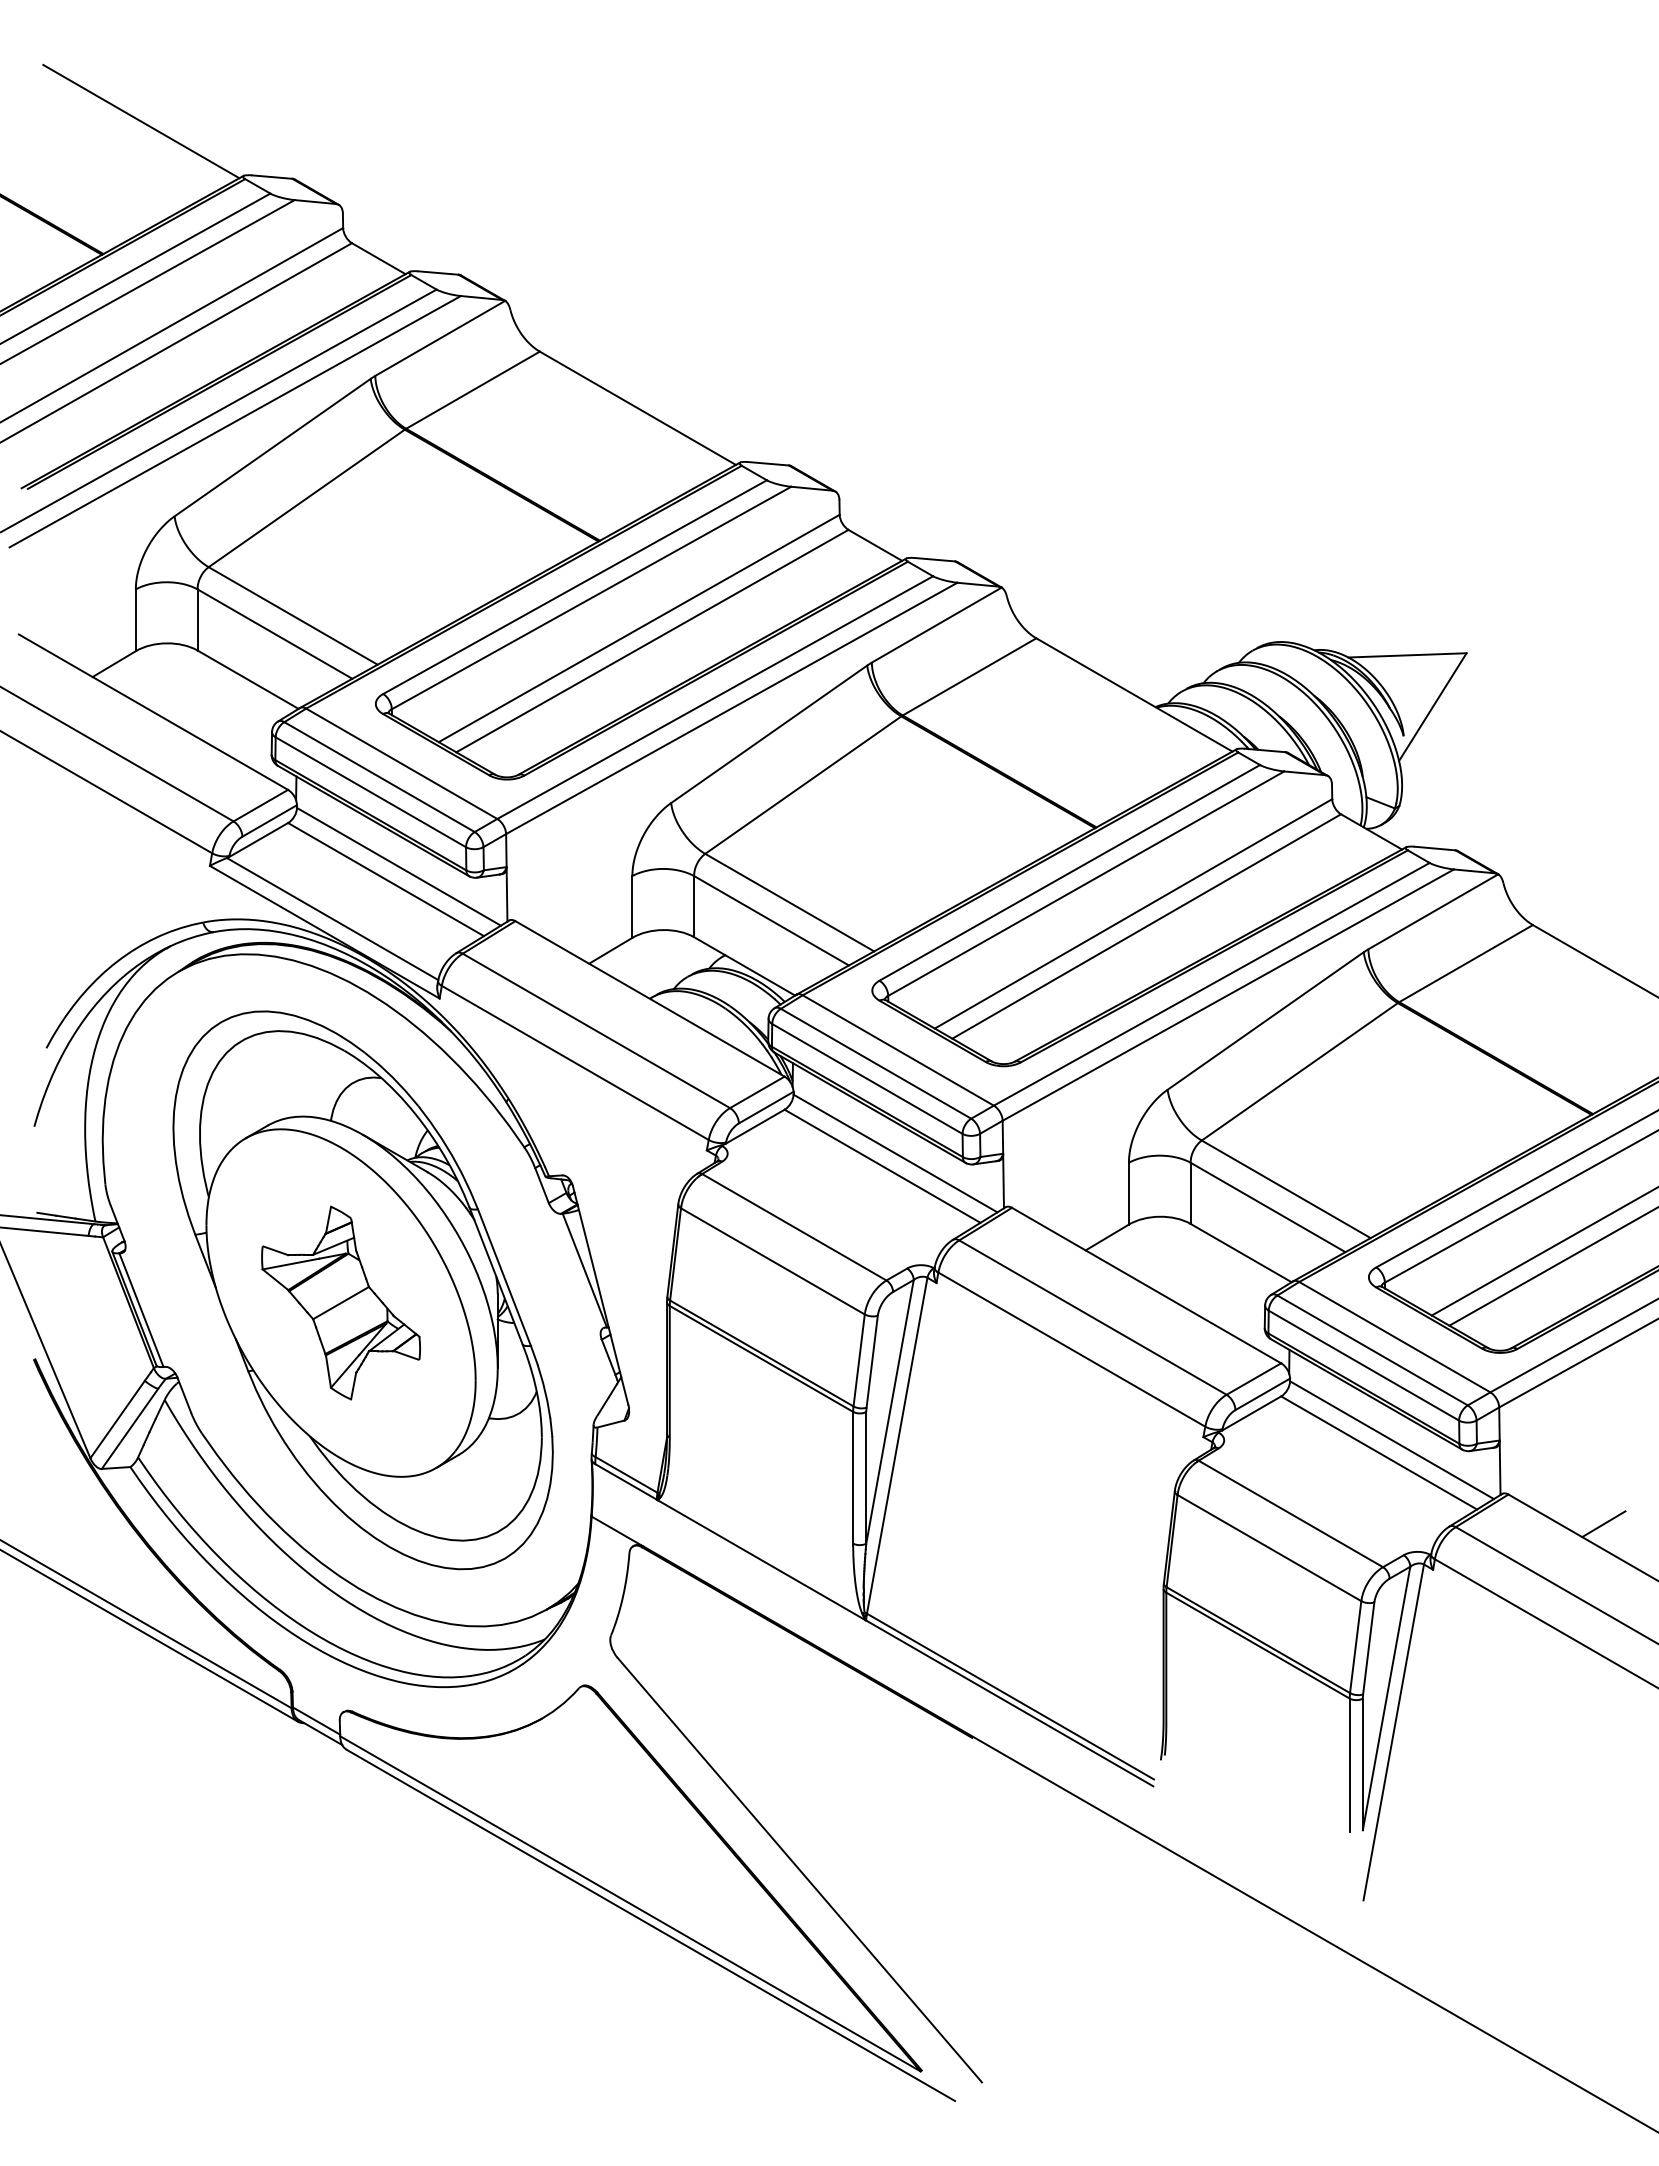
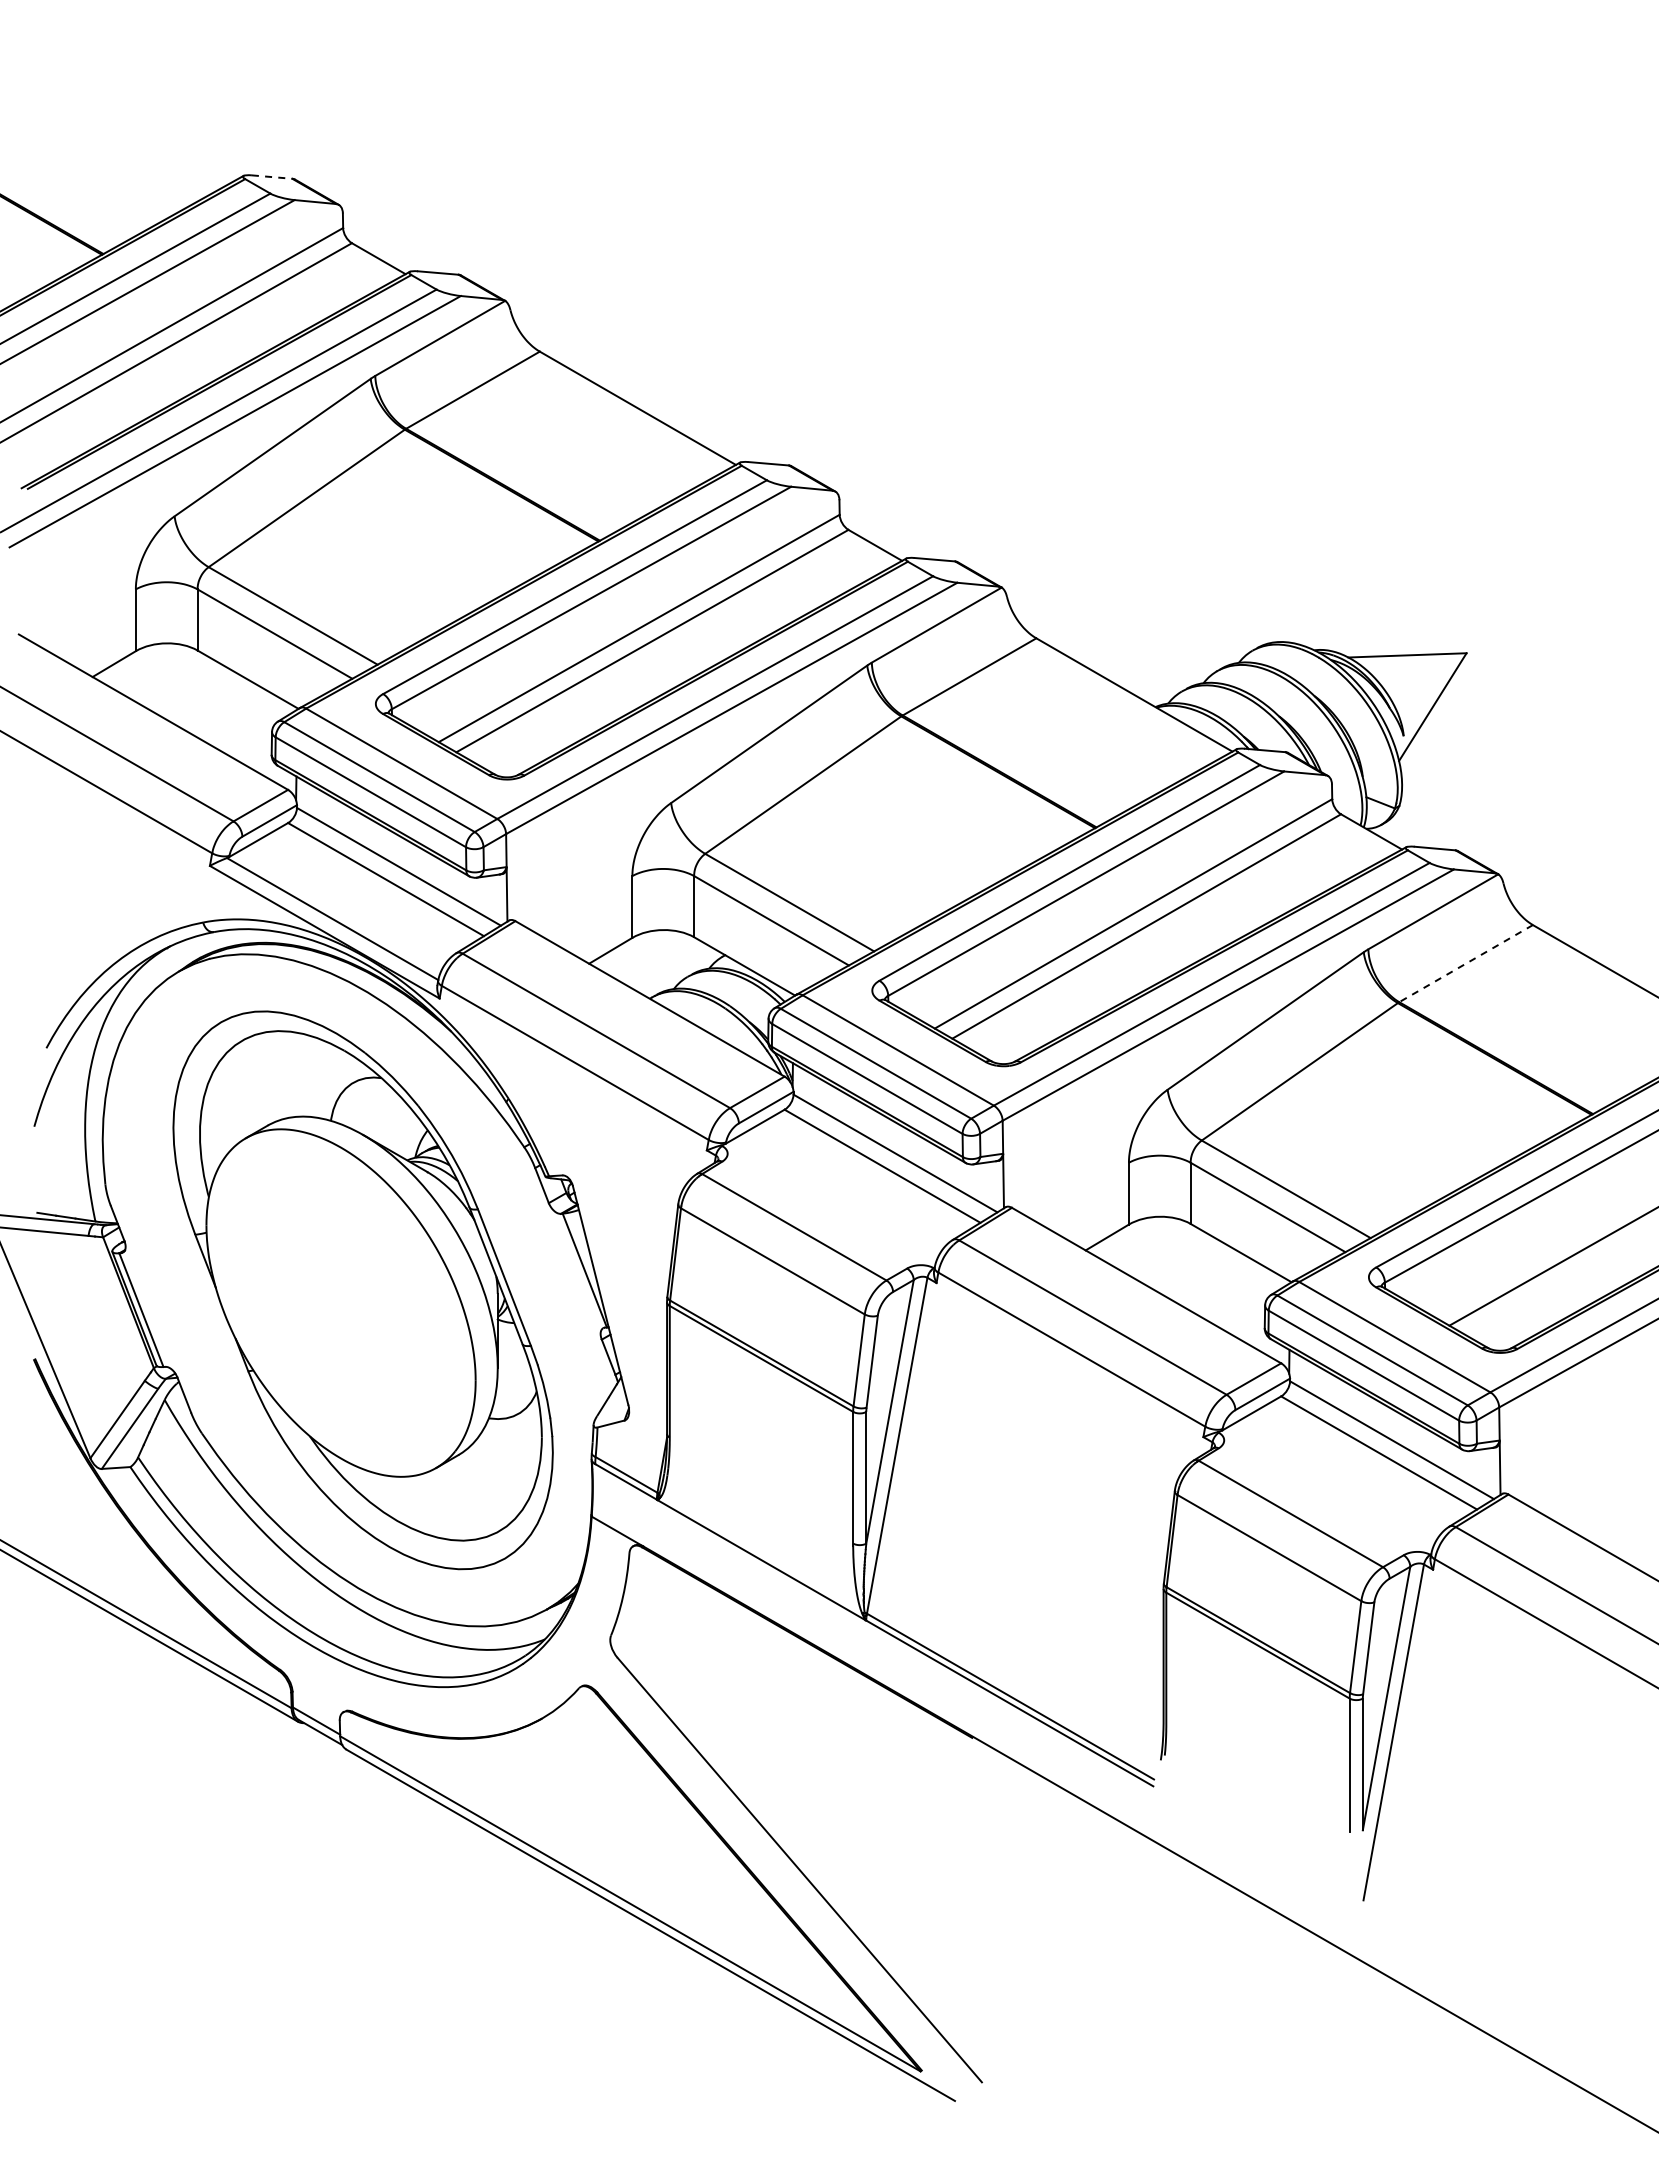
line at (141, 121): present -> none
line at (272, 177): solid -> dashed
line at (1465, 963): solid -> dashed
line at (1543, 1251): present -> none
part at (340, 1302): present -> none
line at (1603, 1524): present -> none
